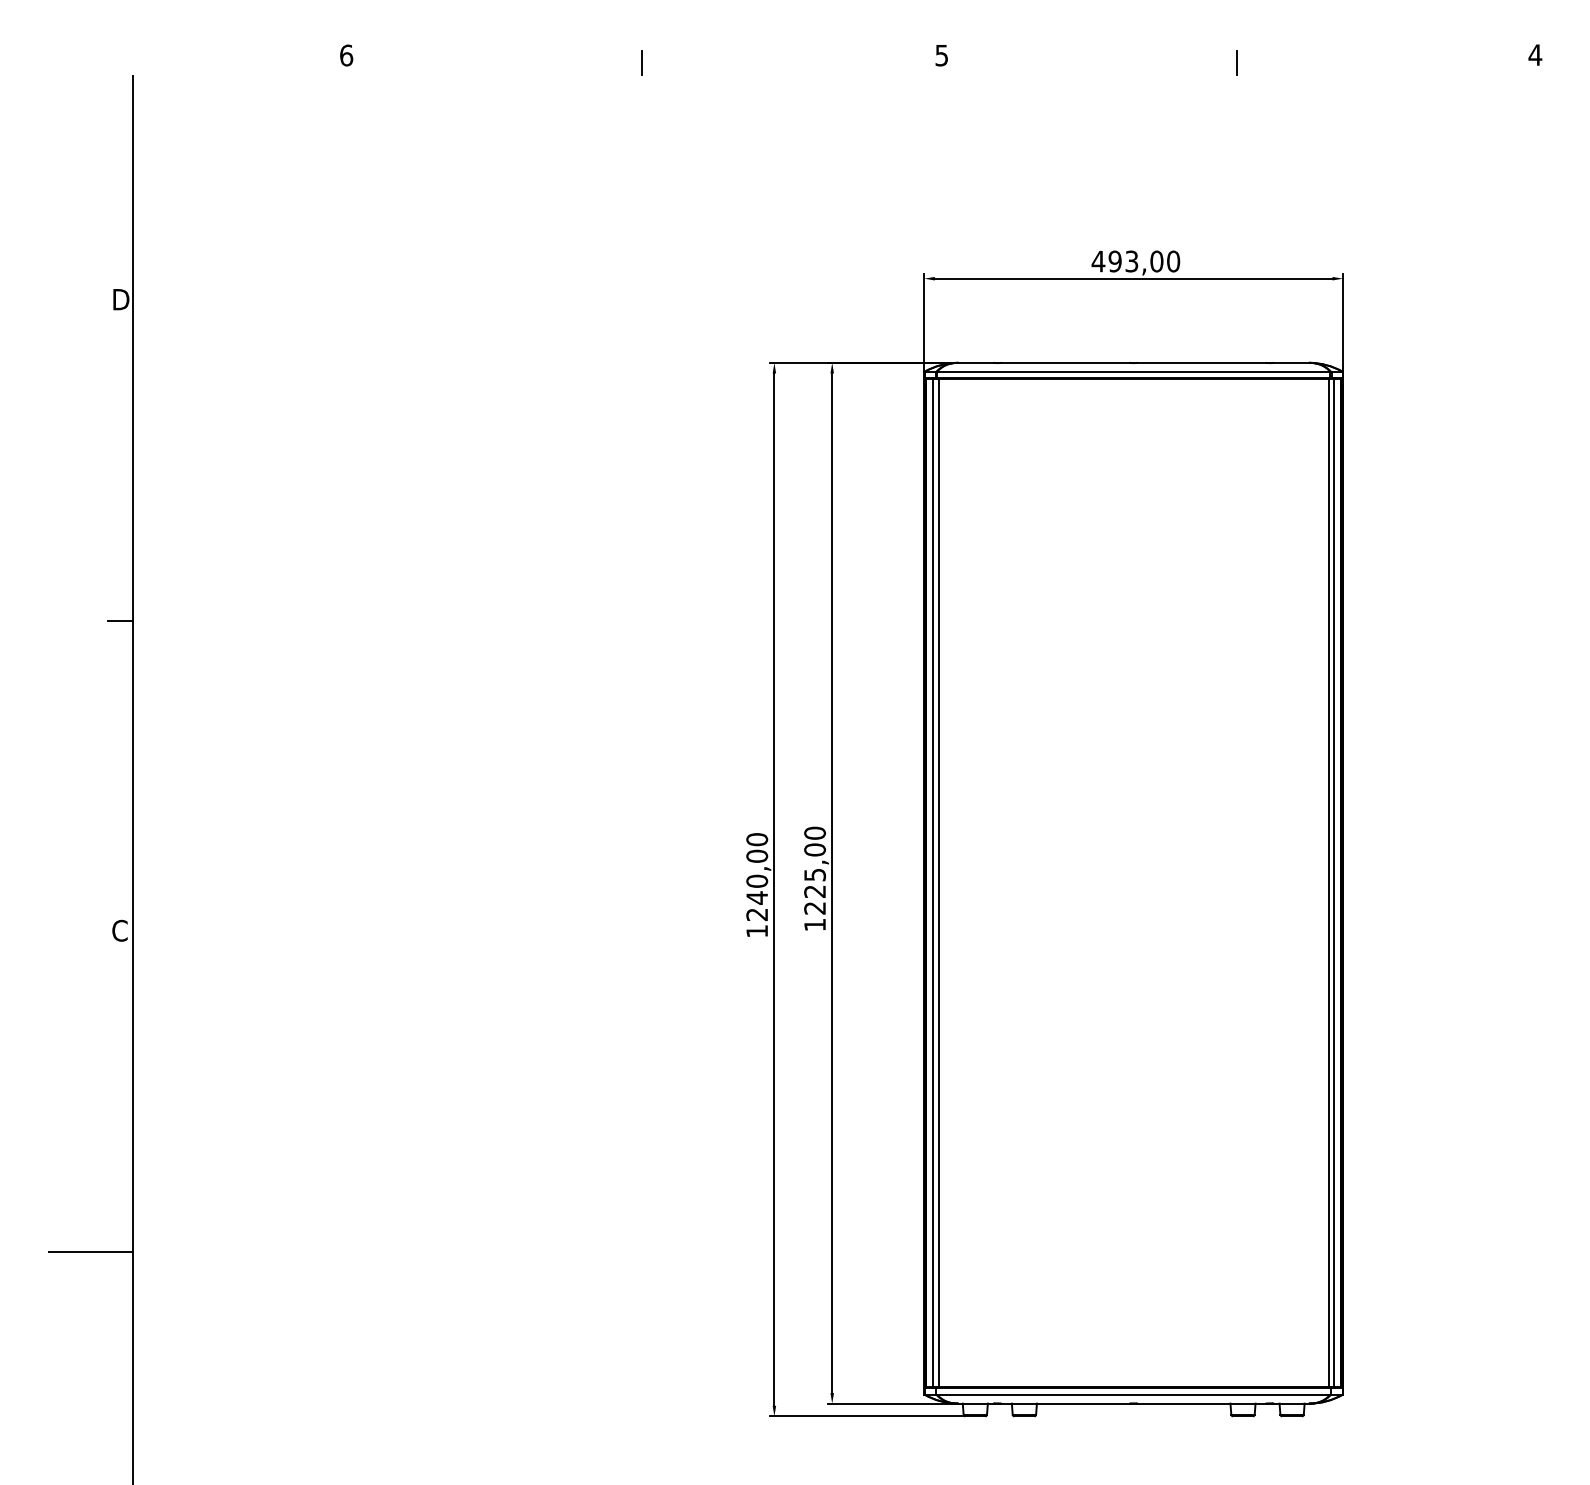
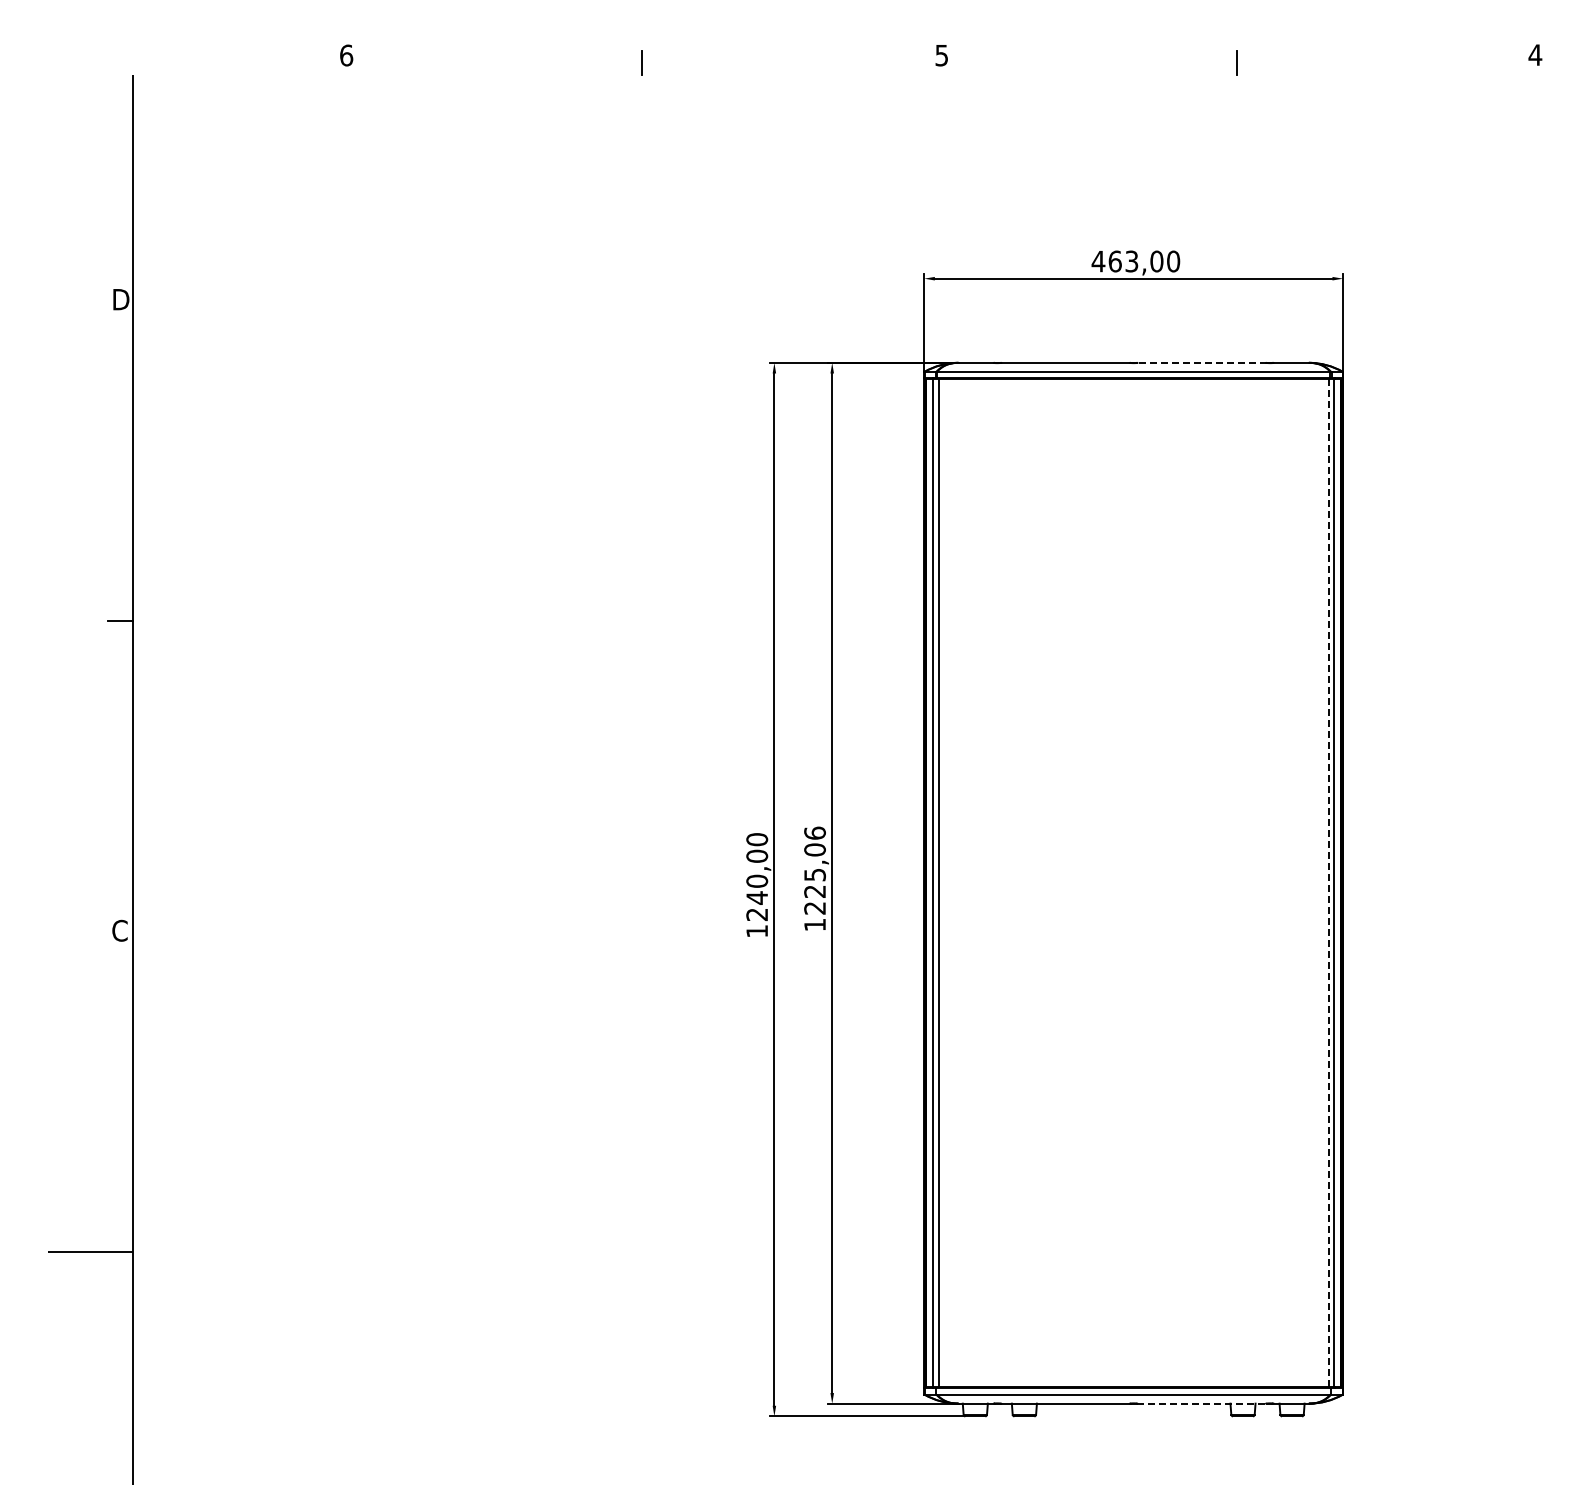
text at (1114, 261): 493,00 -> 463,00
line at (1201, 362): solid -> dashed
text at (814, 832): 1225,00 -> 1225,06
line at (1328, 883): solid -> dashed
line at (1202, 1403): solid -> dashed
